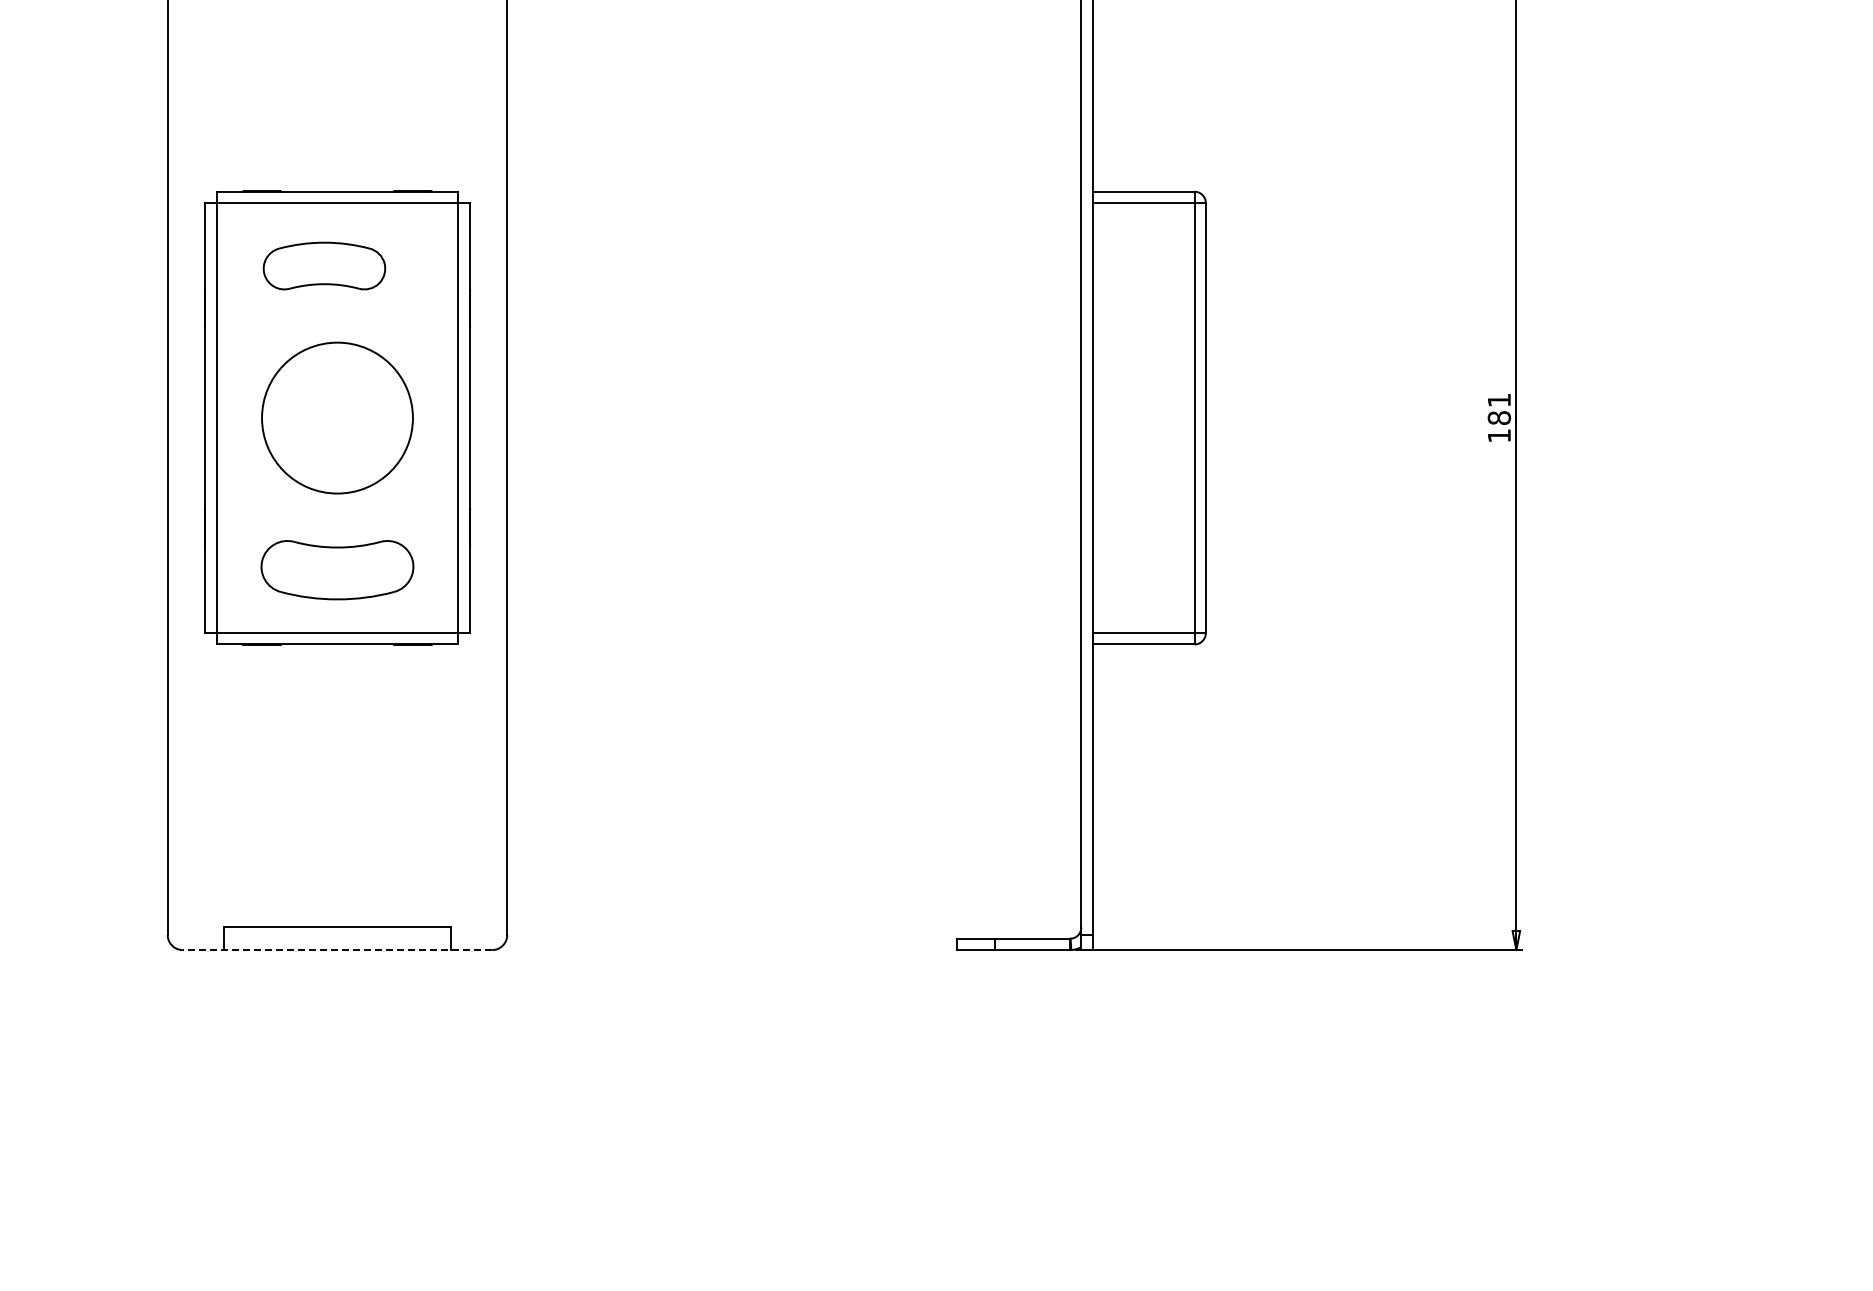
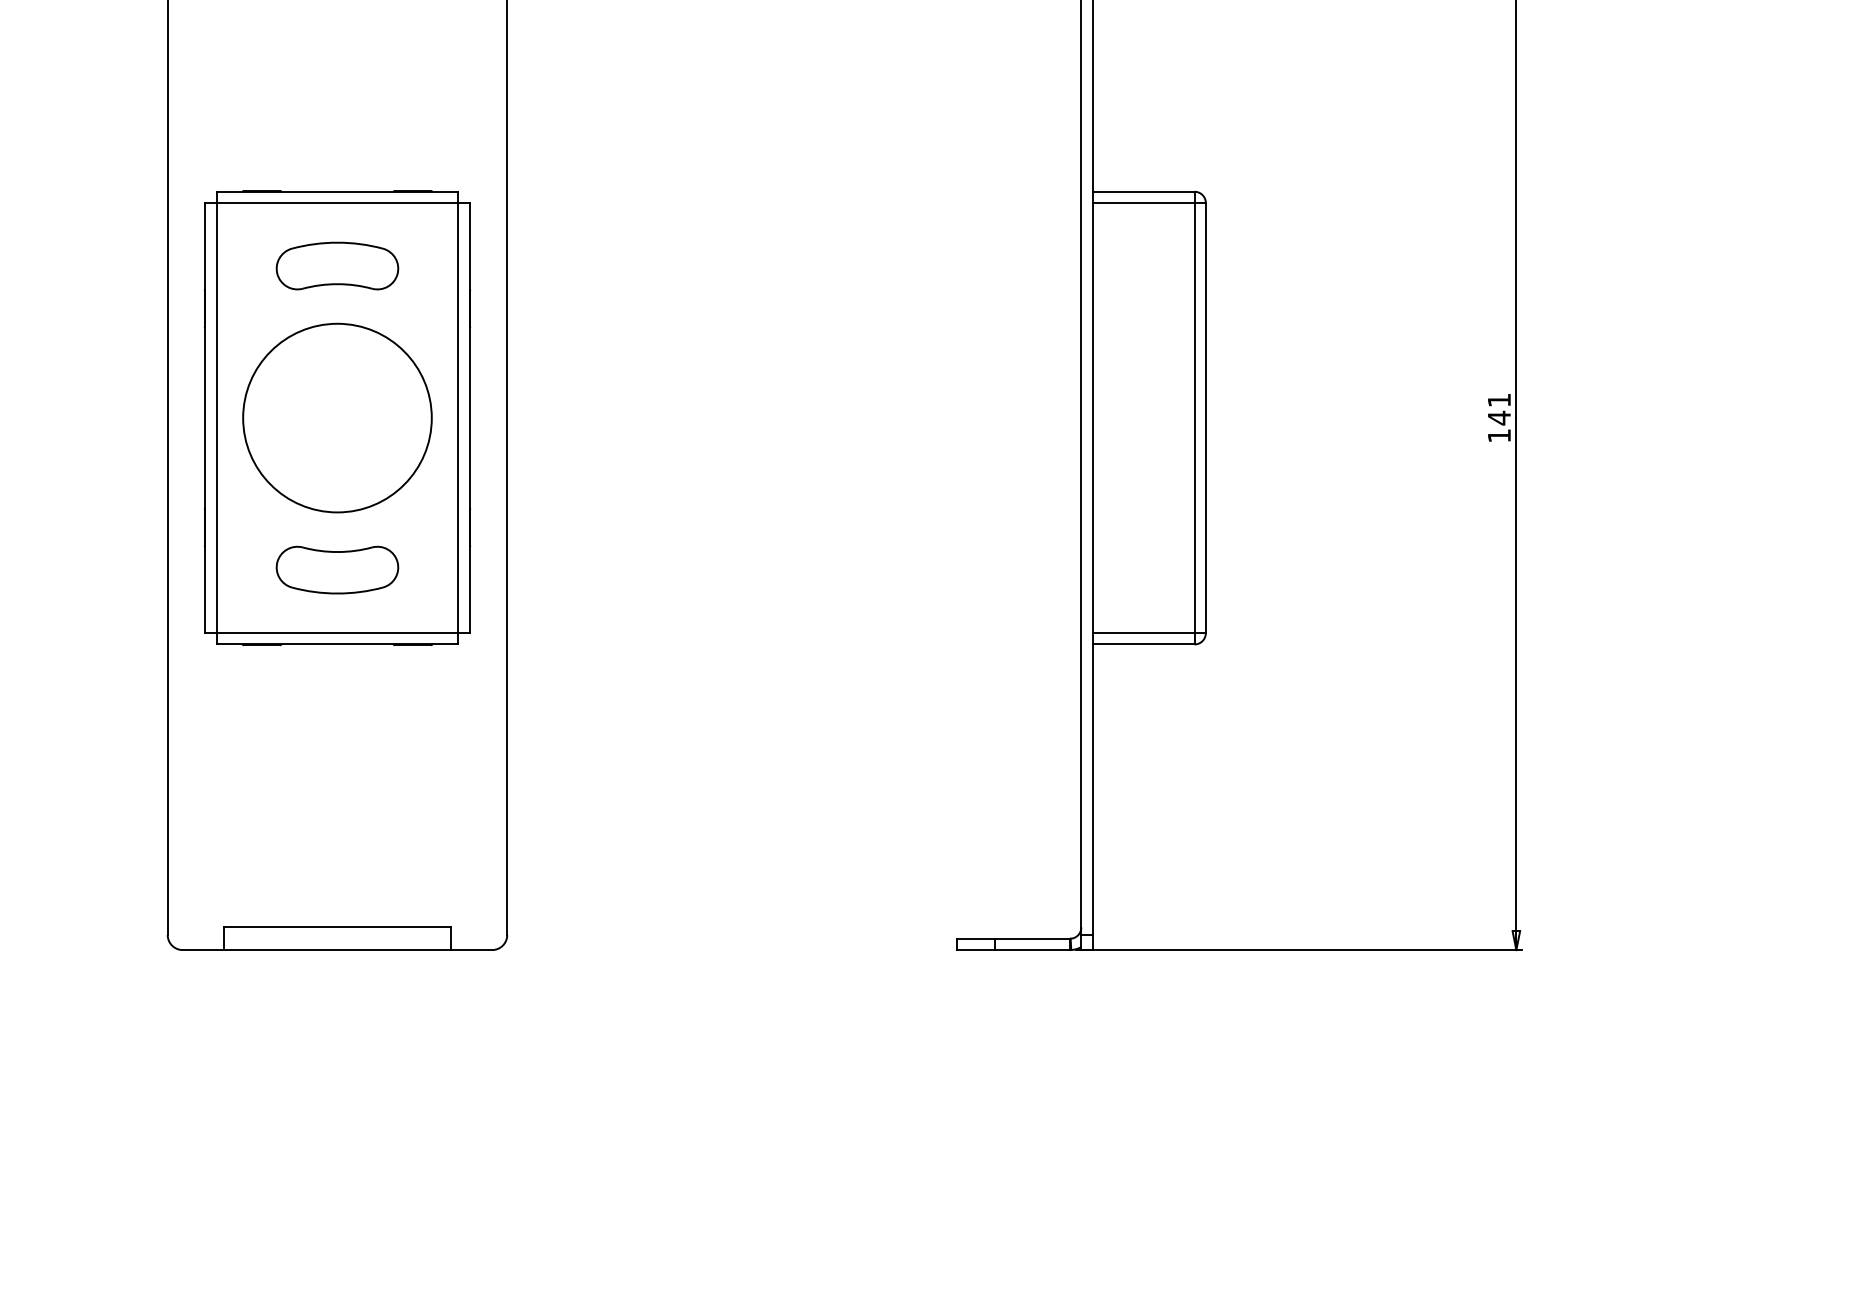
part at (324, 265) position: (324, 265) -> (337, 265)
circle at (337, 417) diameter: 151 px -> 189 px
text at (1499, 417): 181 -> 141
part at (337, 570) size: 155x61 px -> 125x50 px
line at (337, 950): dashed -> solid
